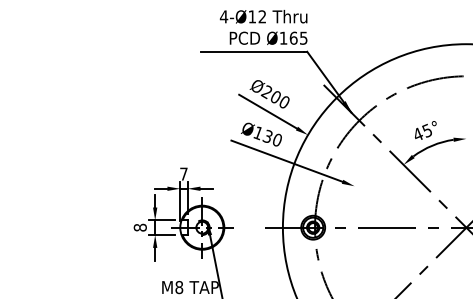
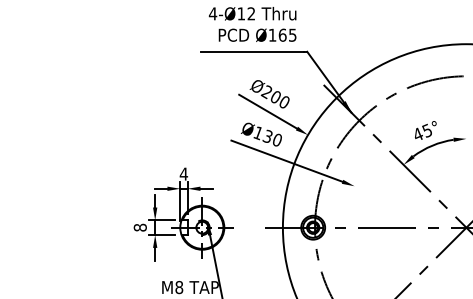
text at (263, 27) position: (263, 27) -> (252, 24)
text at (183, 173): 7 -> 4
